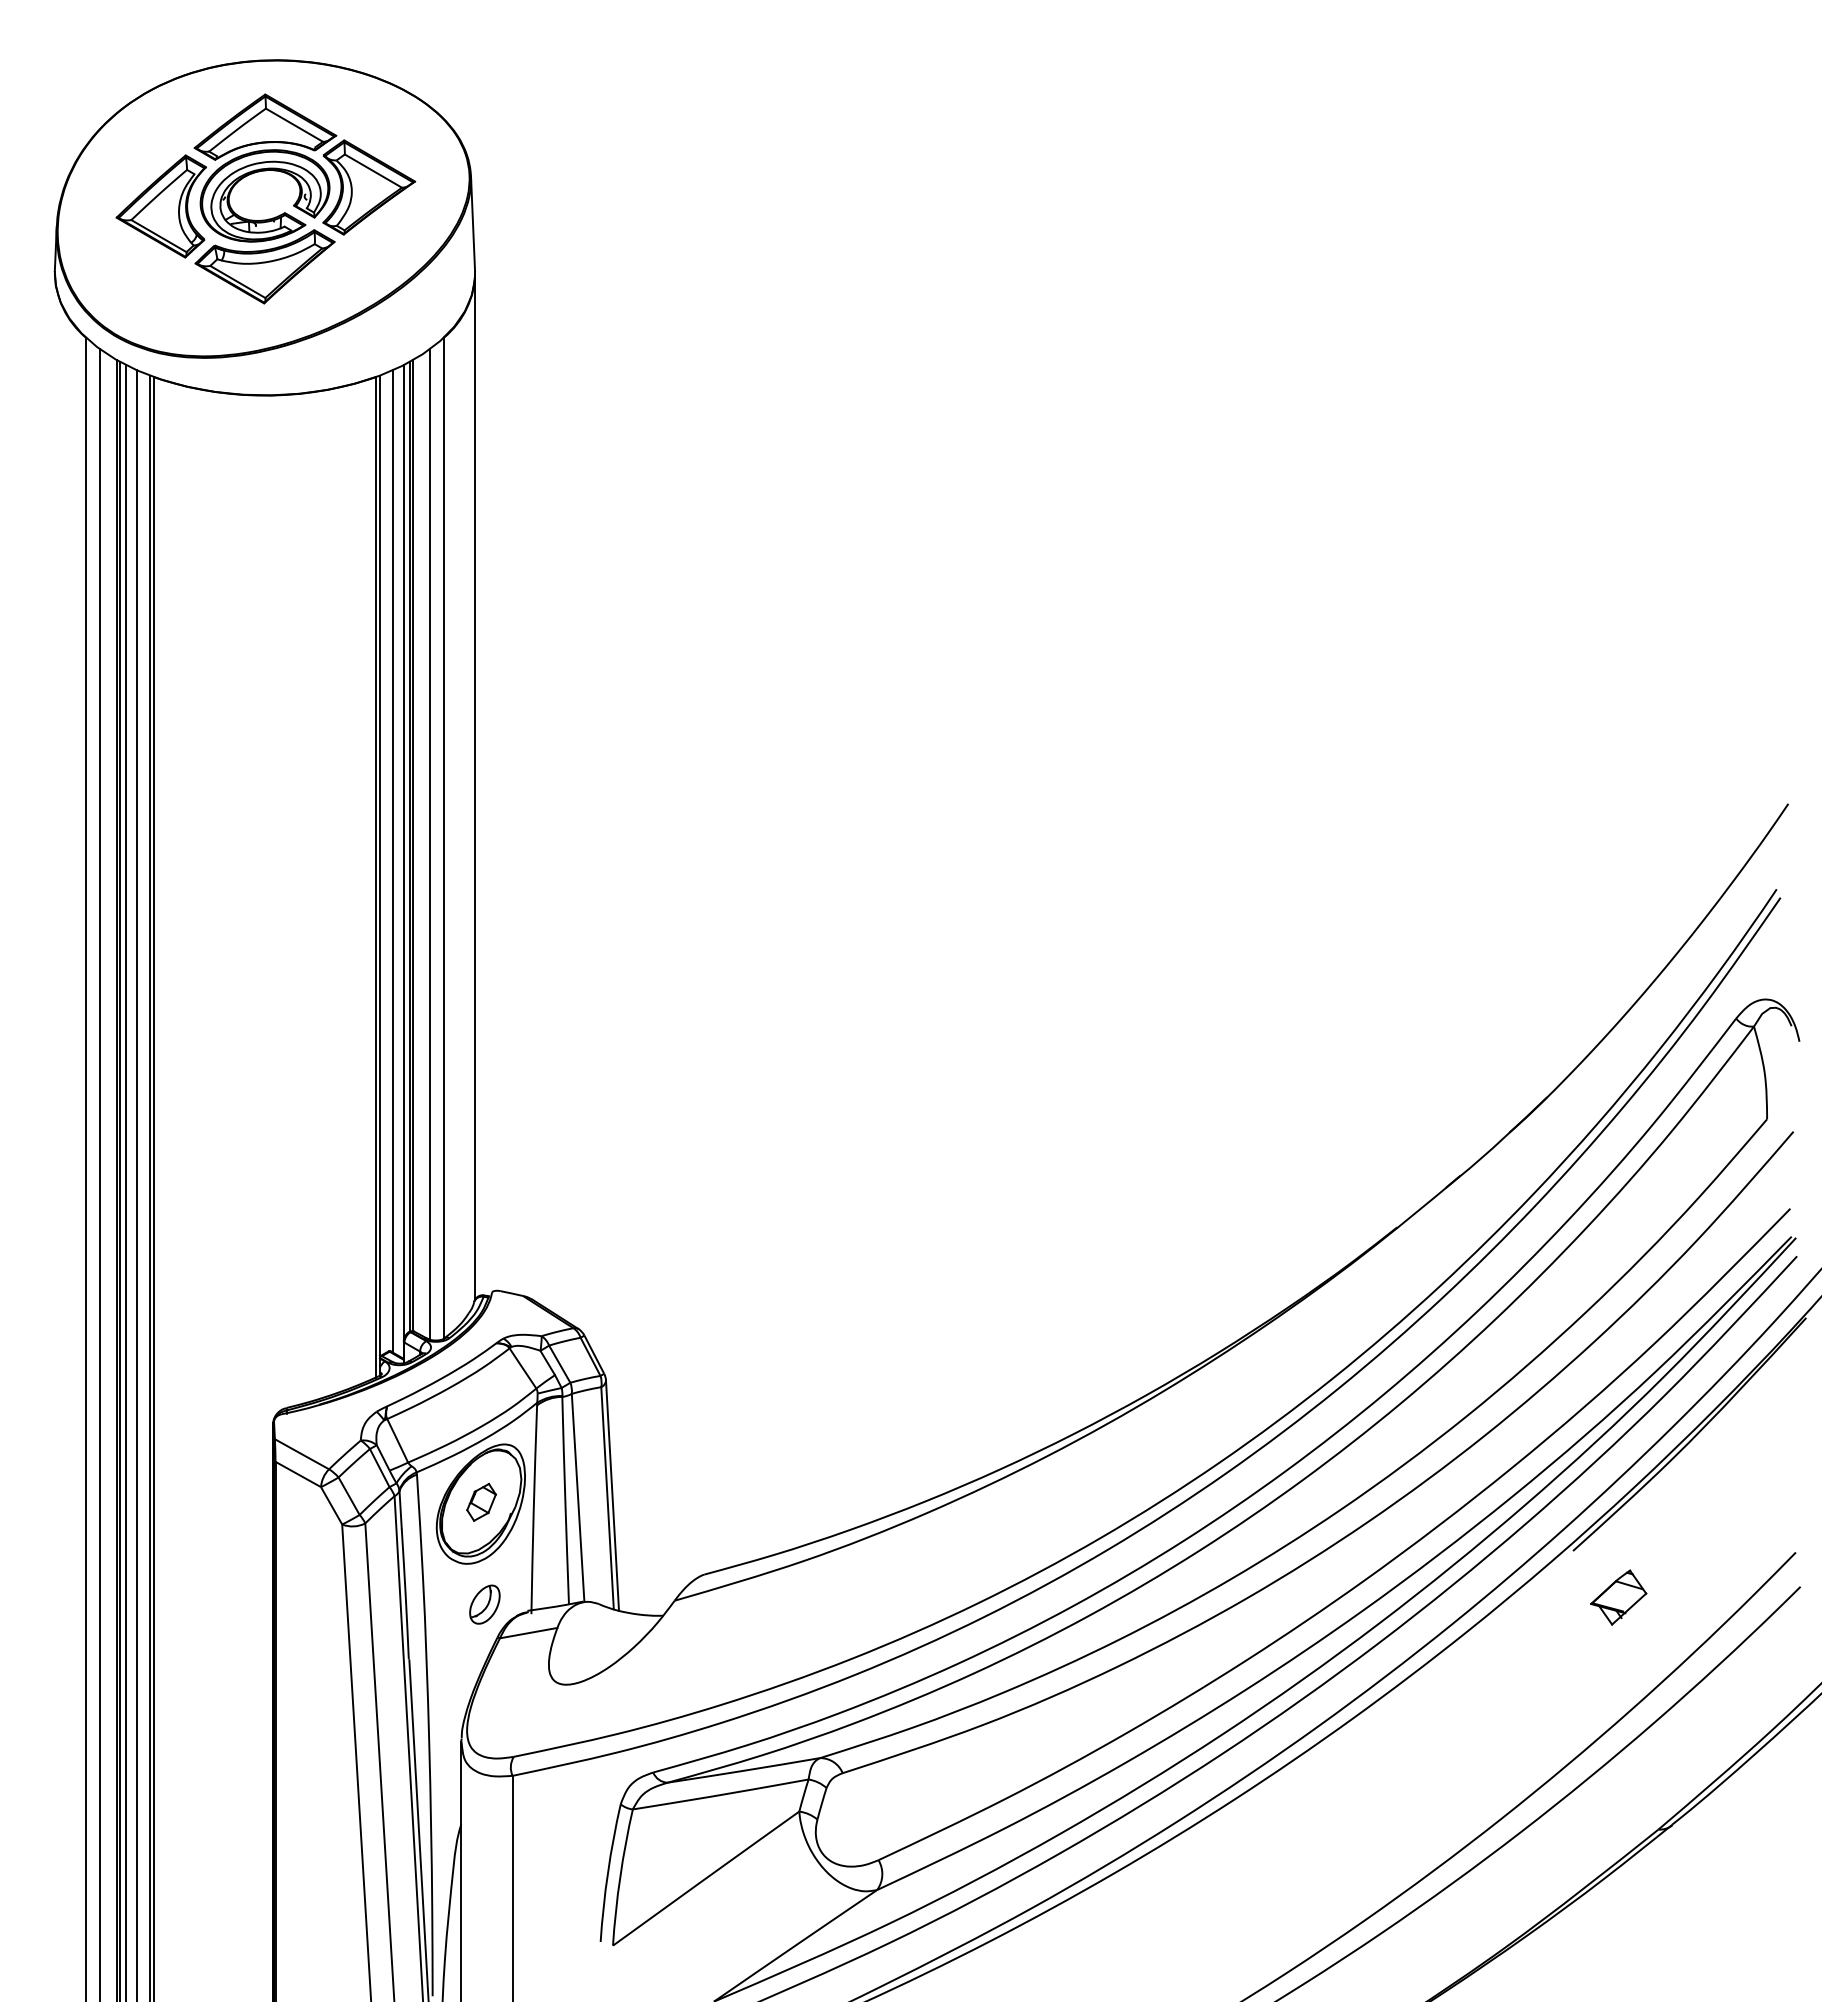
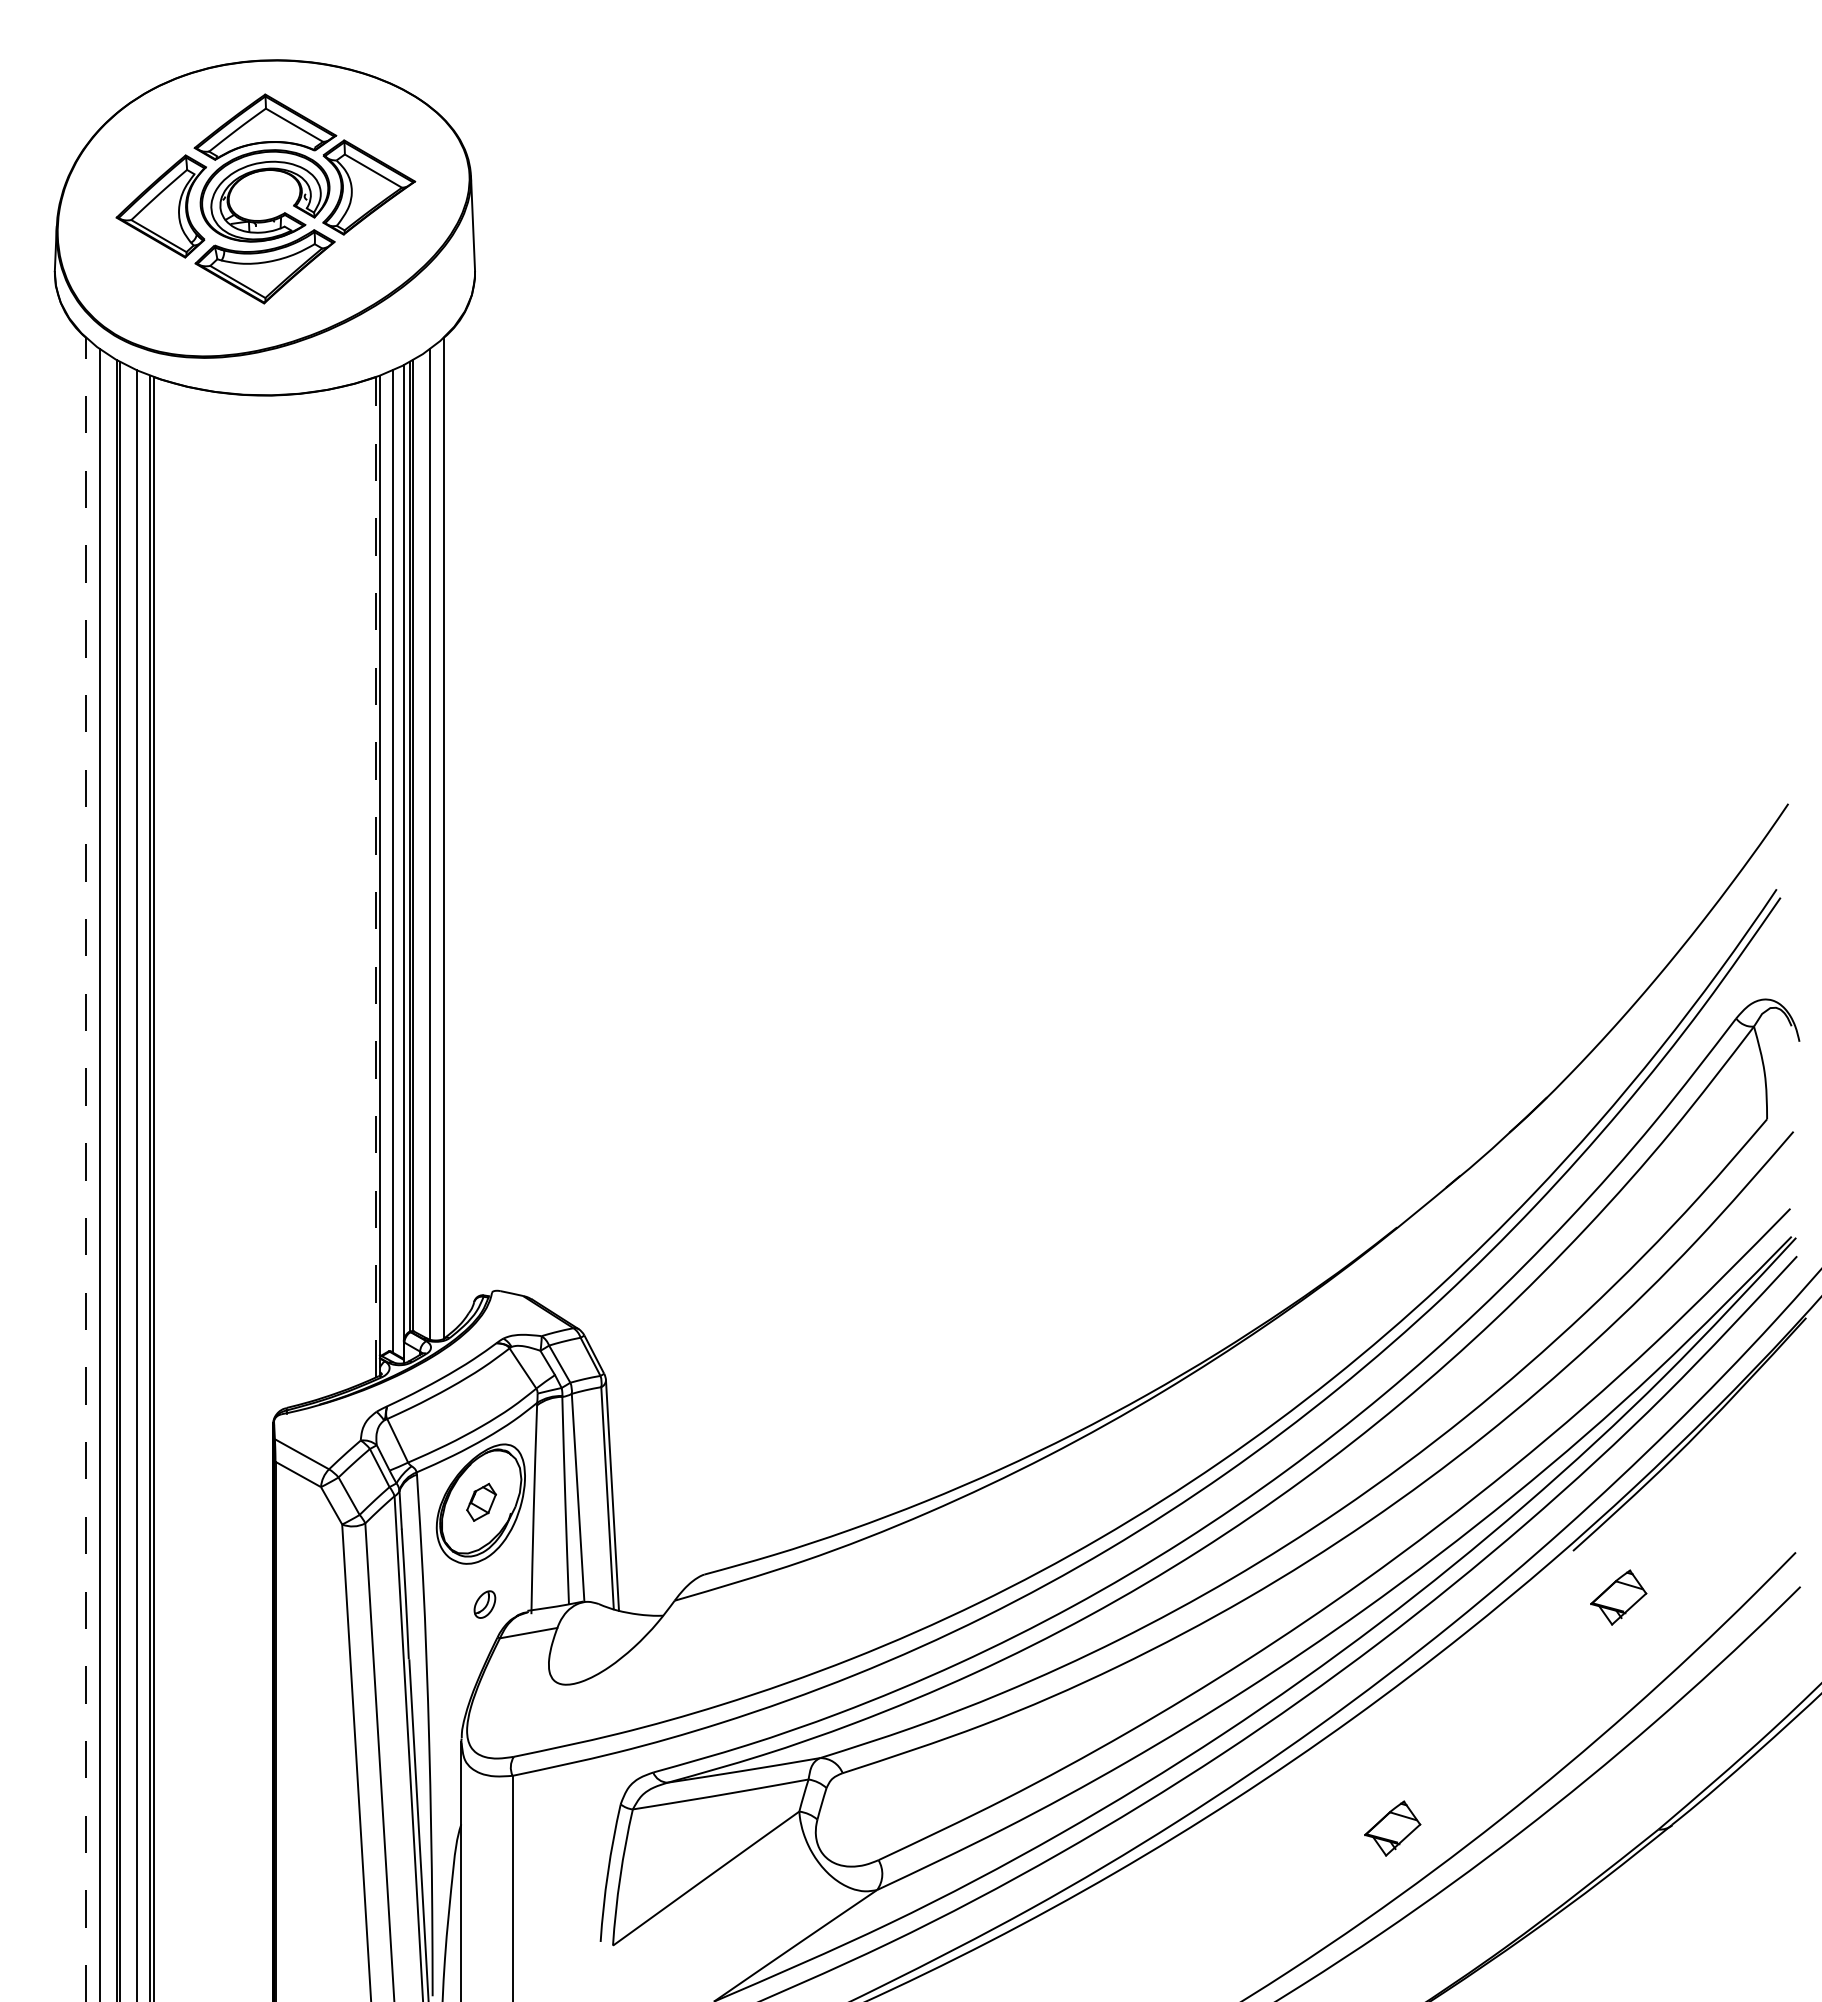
line at (475, 786): present -> none
line at (375, 876): solid -> dashed
line at (86, 1169): solid -> dashed
line at (126, 1181): present -> none
part at (484, 1604) size: 32x41 px -> 24x29 px
part at (1392, 1828): none -> present
